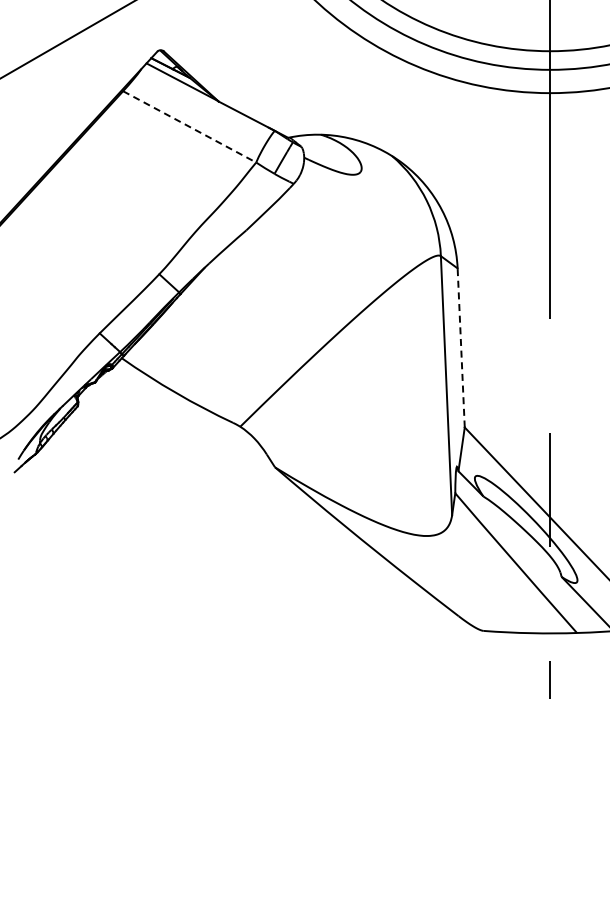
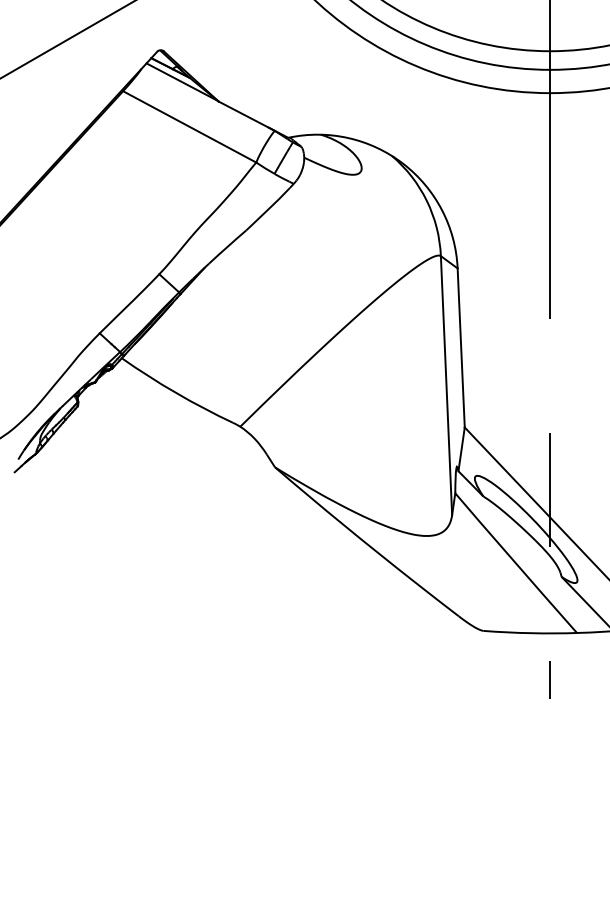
line at (189, 126): dashed -> solid
line at (461, 347): dashed -> solid
